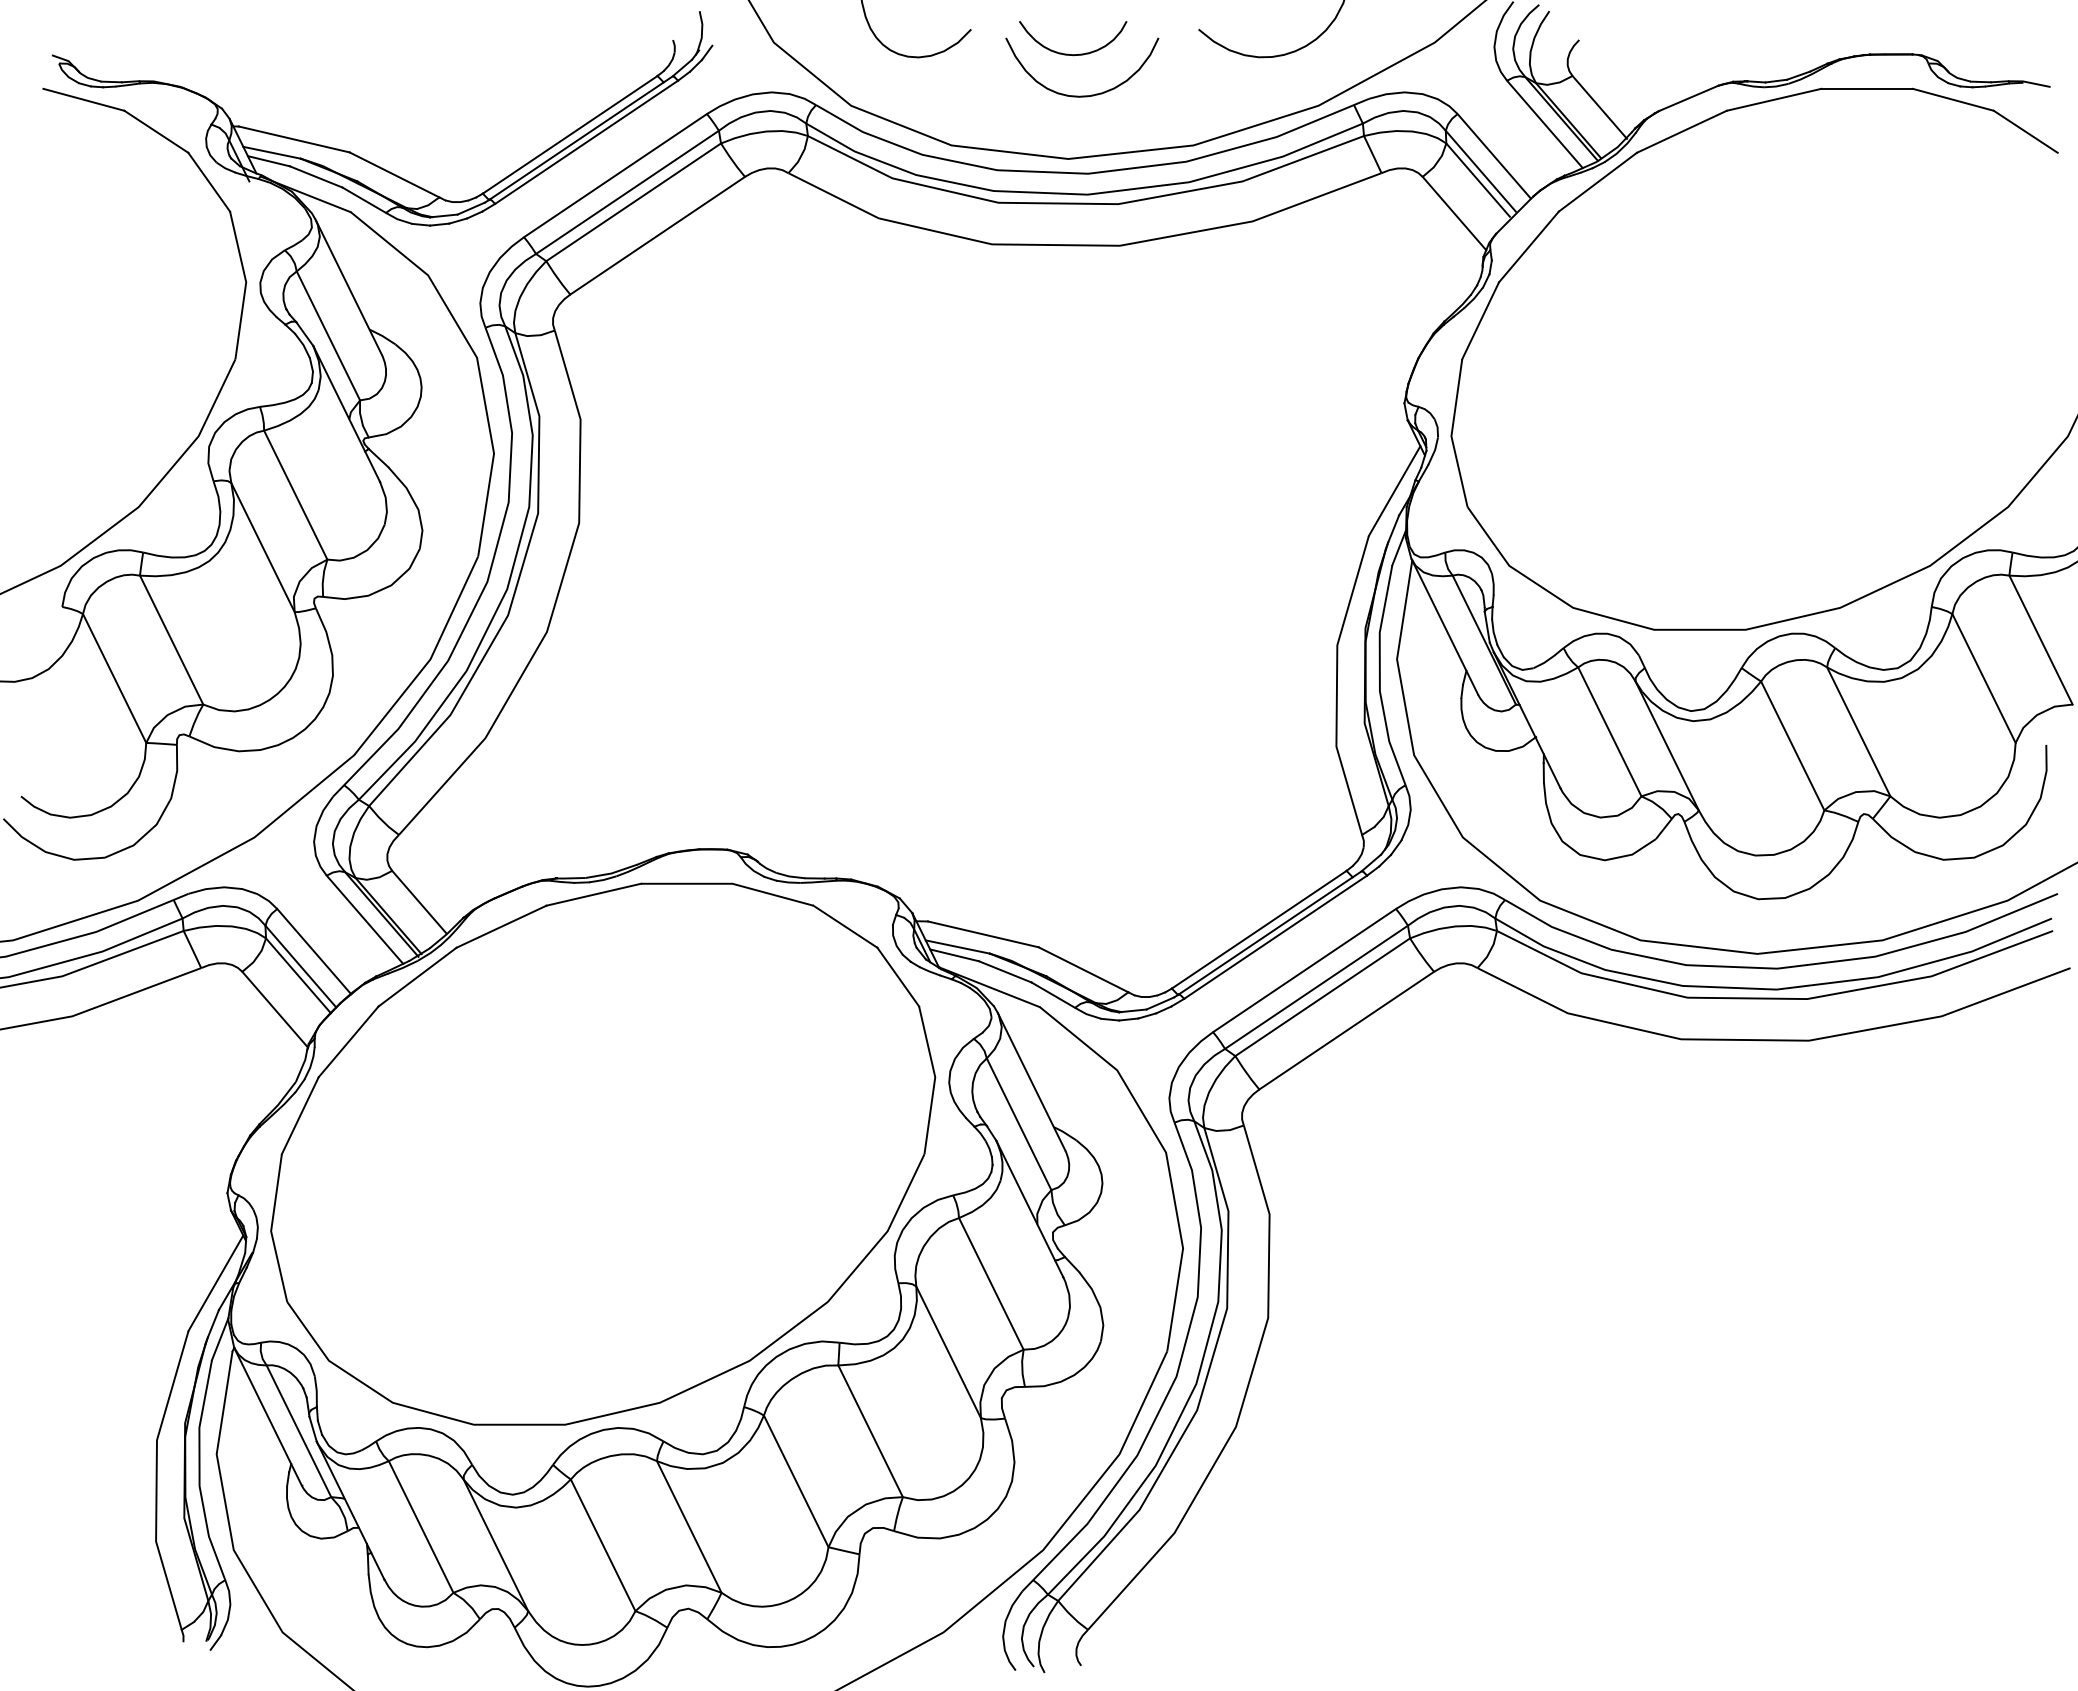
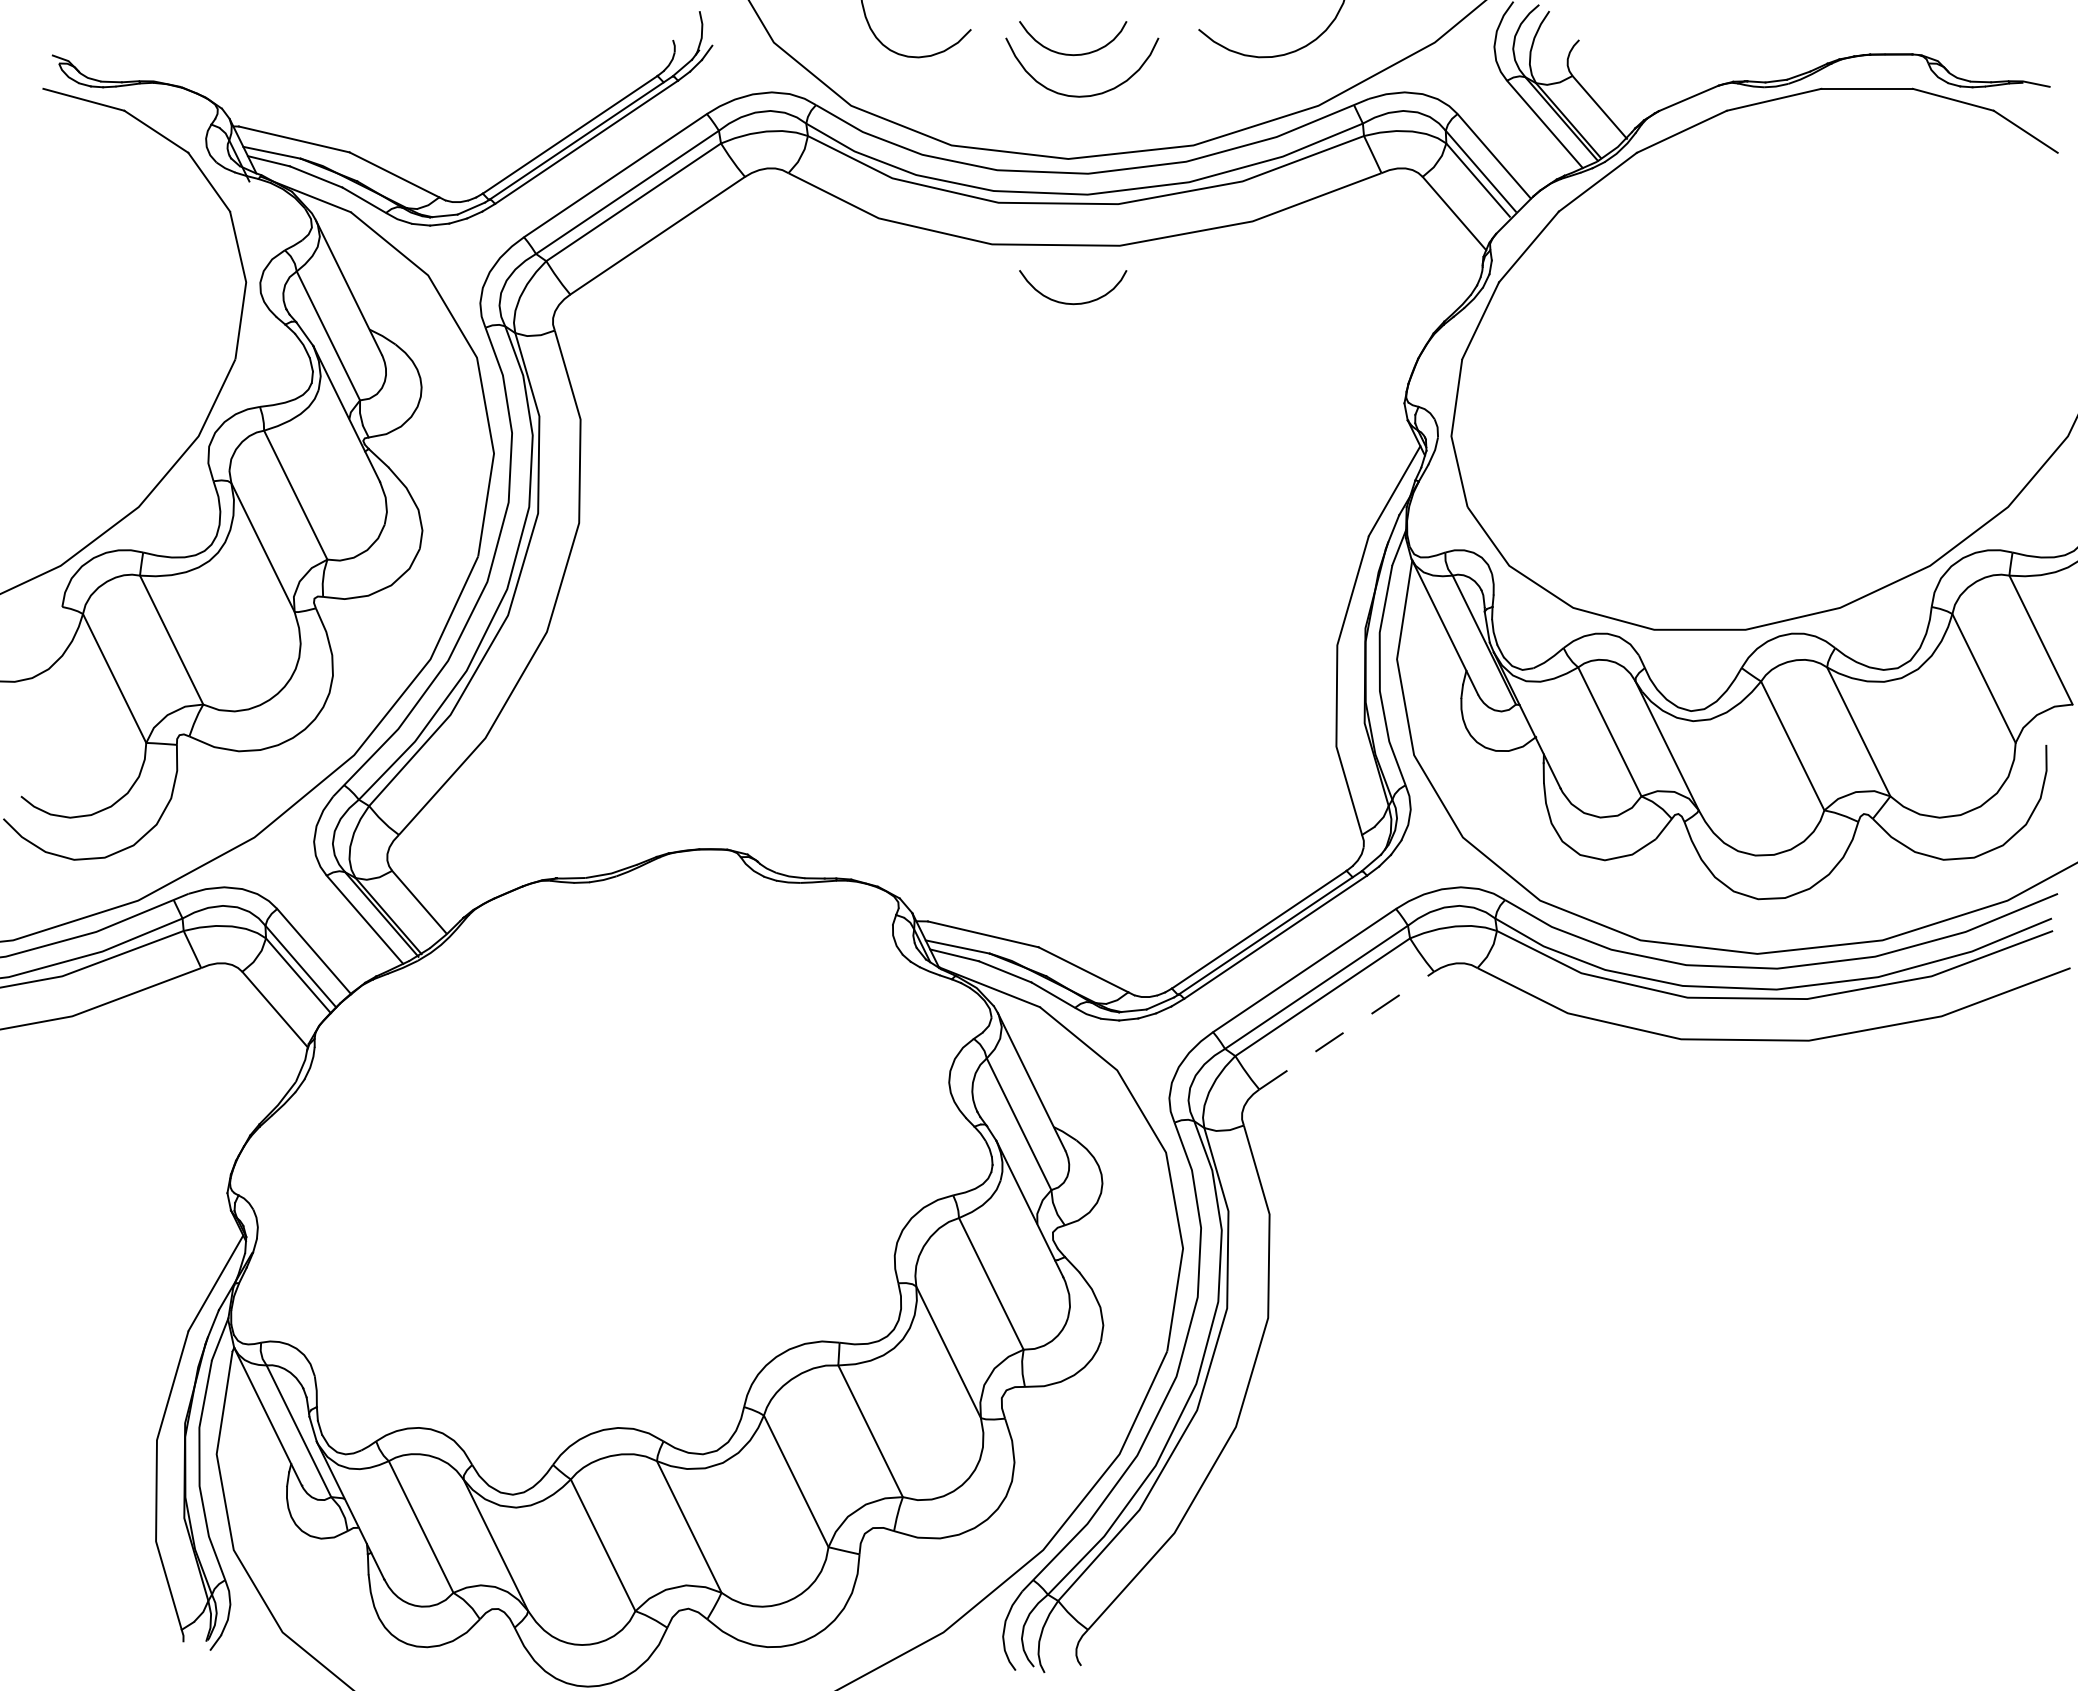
curve at (1073, 303): none -> present
line at (1347, 1030): solid -> dashed
part at (603, 1153): present -> none
